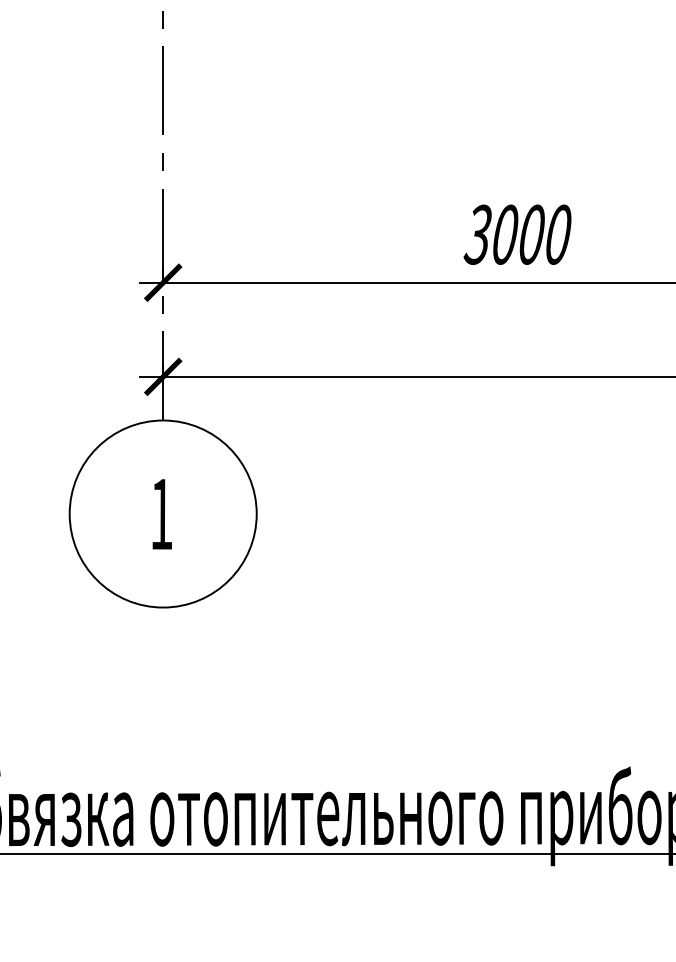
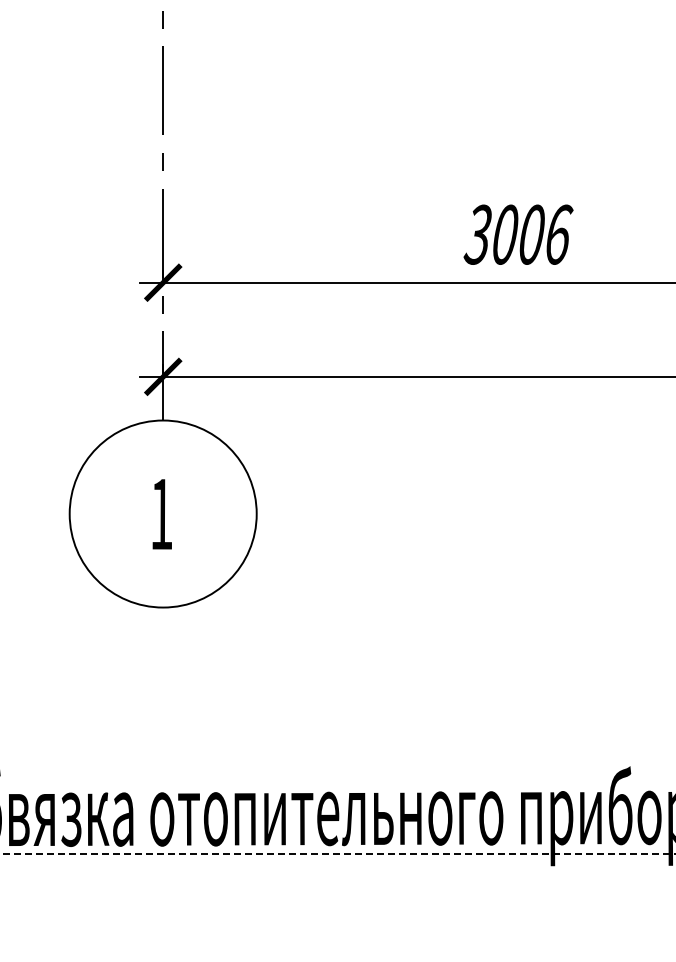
text at (559, 234): 3000 -> 3006
line at (338, 853): solid -> dashed
